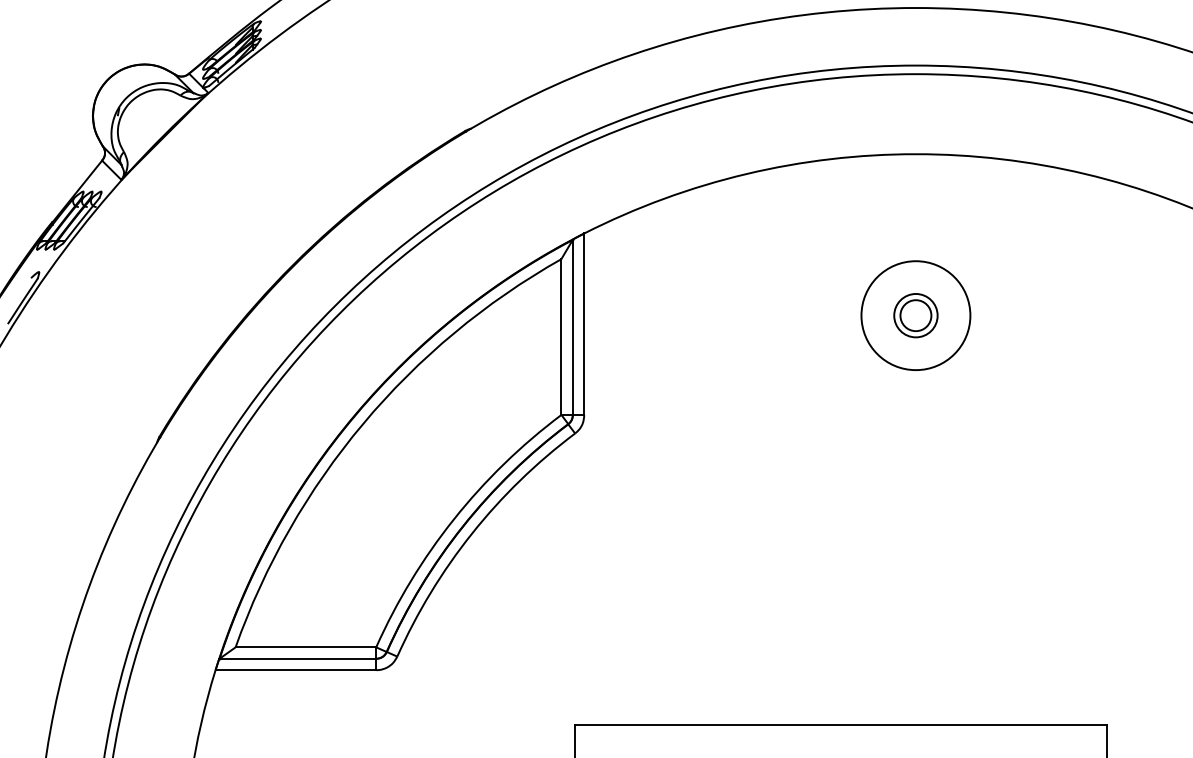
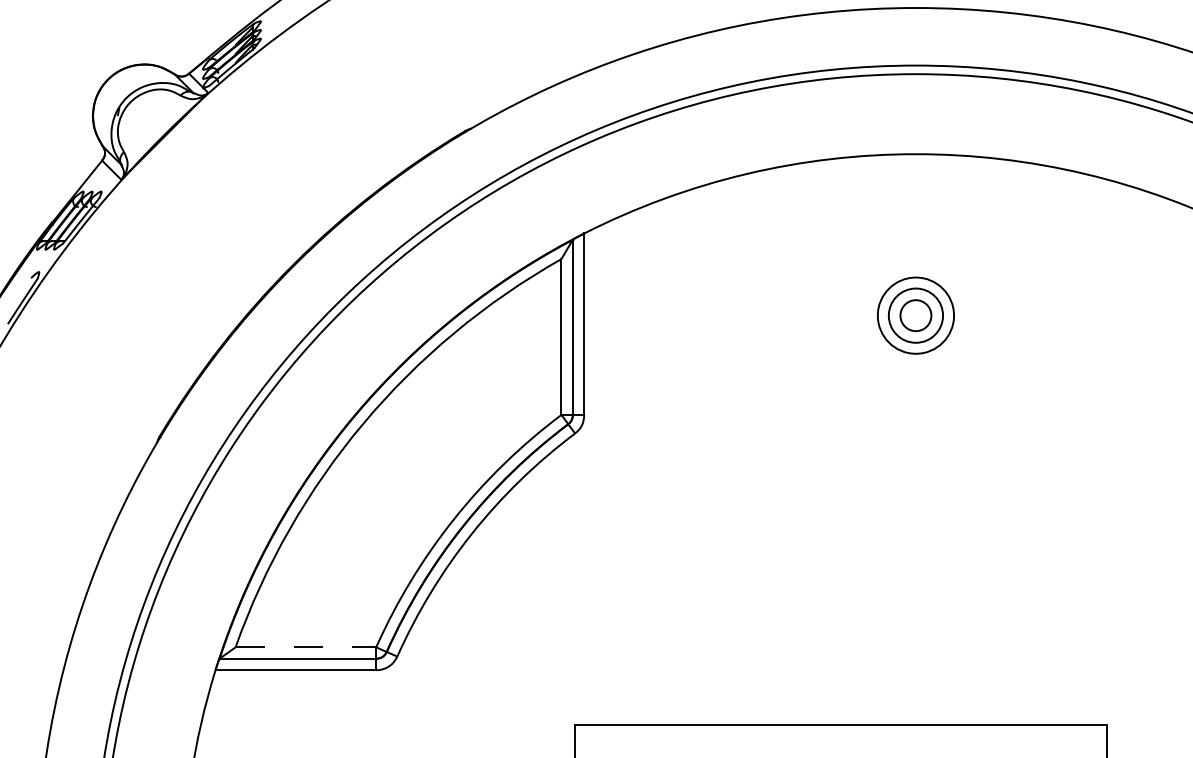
circle at (915, 315) diameter: 109 px -> 76 px
circle at (915, 315) diameter: 43 px -> 54 px
line at (306, 647): solid -> dashed
